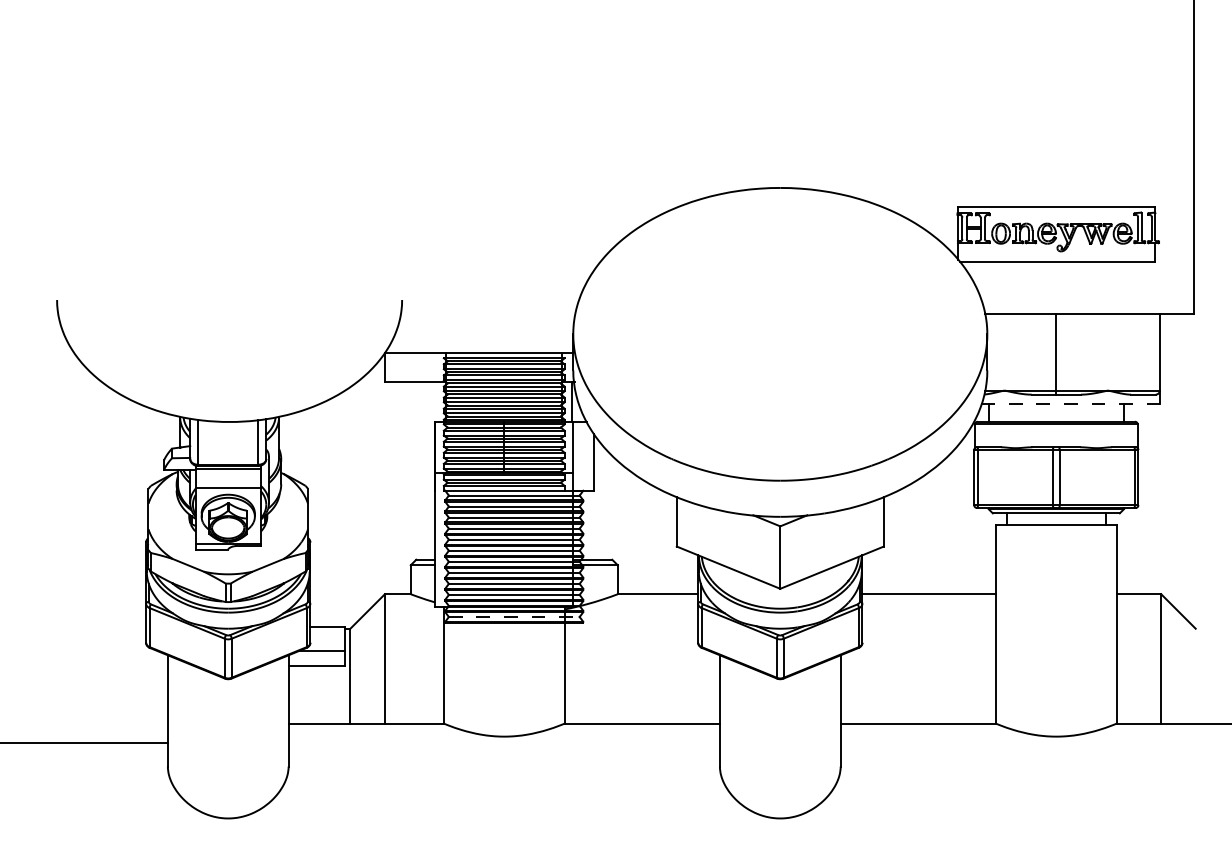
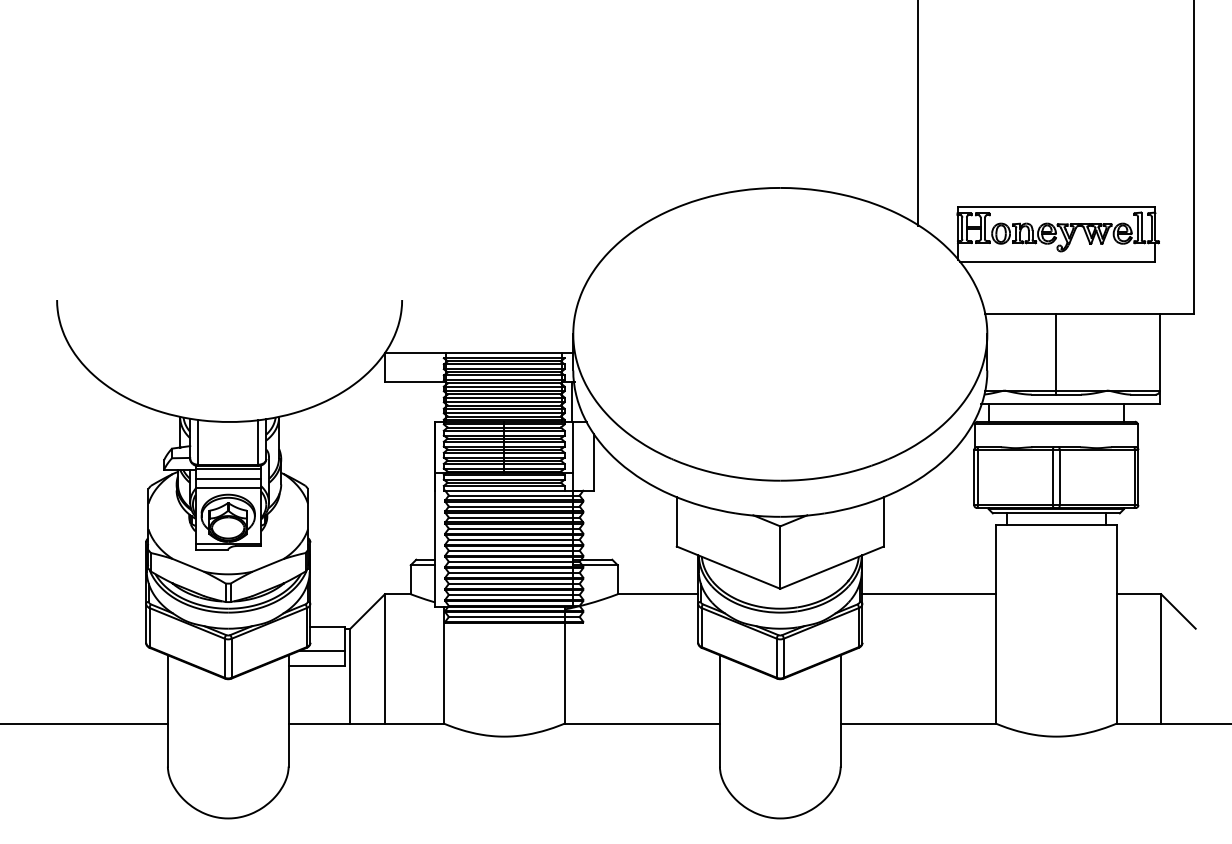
line at (918, 113): none -> present
line at (1071, 403): dashed -> solid
line at (227, 478): none -> present
line at (514, 617): dashed -> solid
line at (84, 742) position: (84, 742) -> (84, 723)
